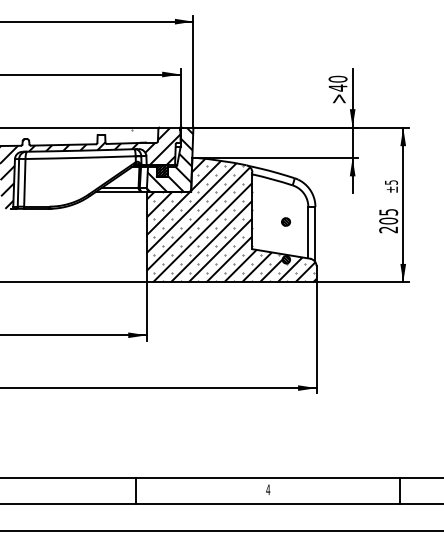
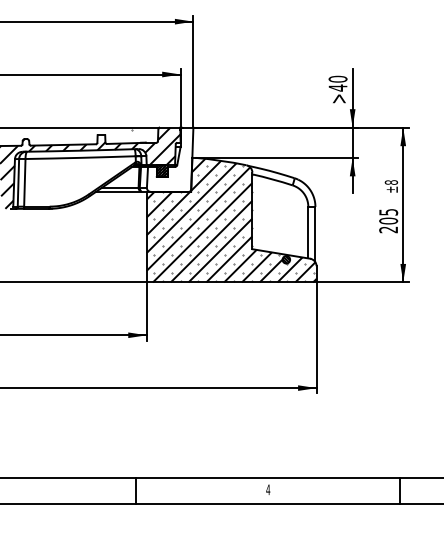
hatch at (169, 159): present -> none
text at (390, 182): ±5 -> ±8
part at (285, 221): present -> none
line at (221, 530): present -> none
